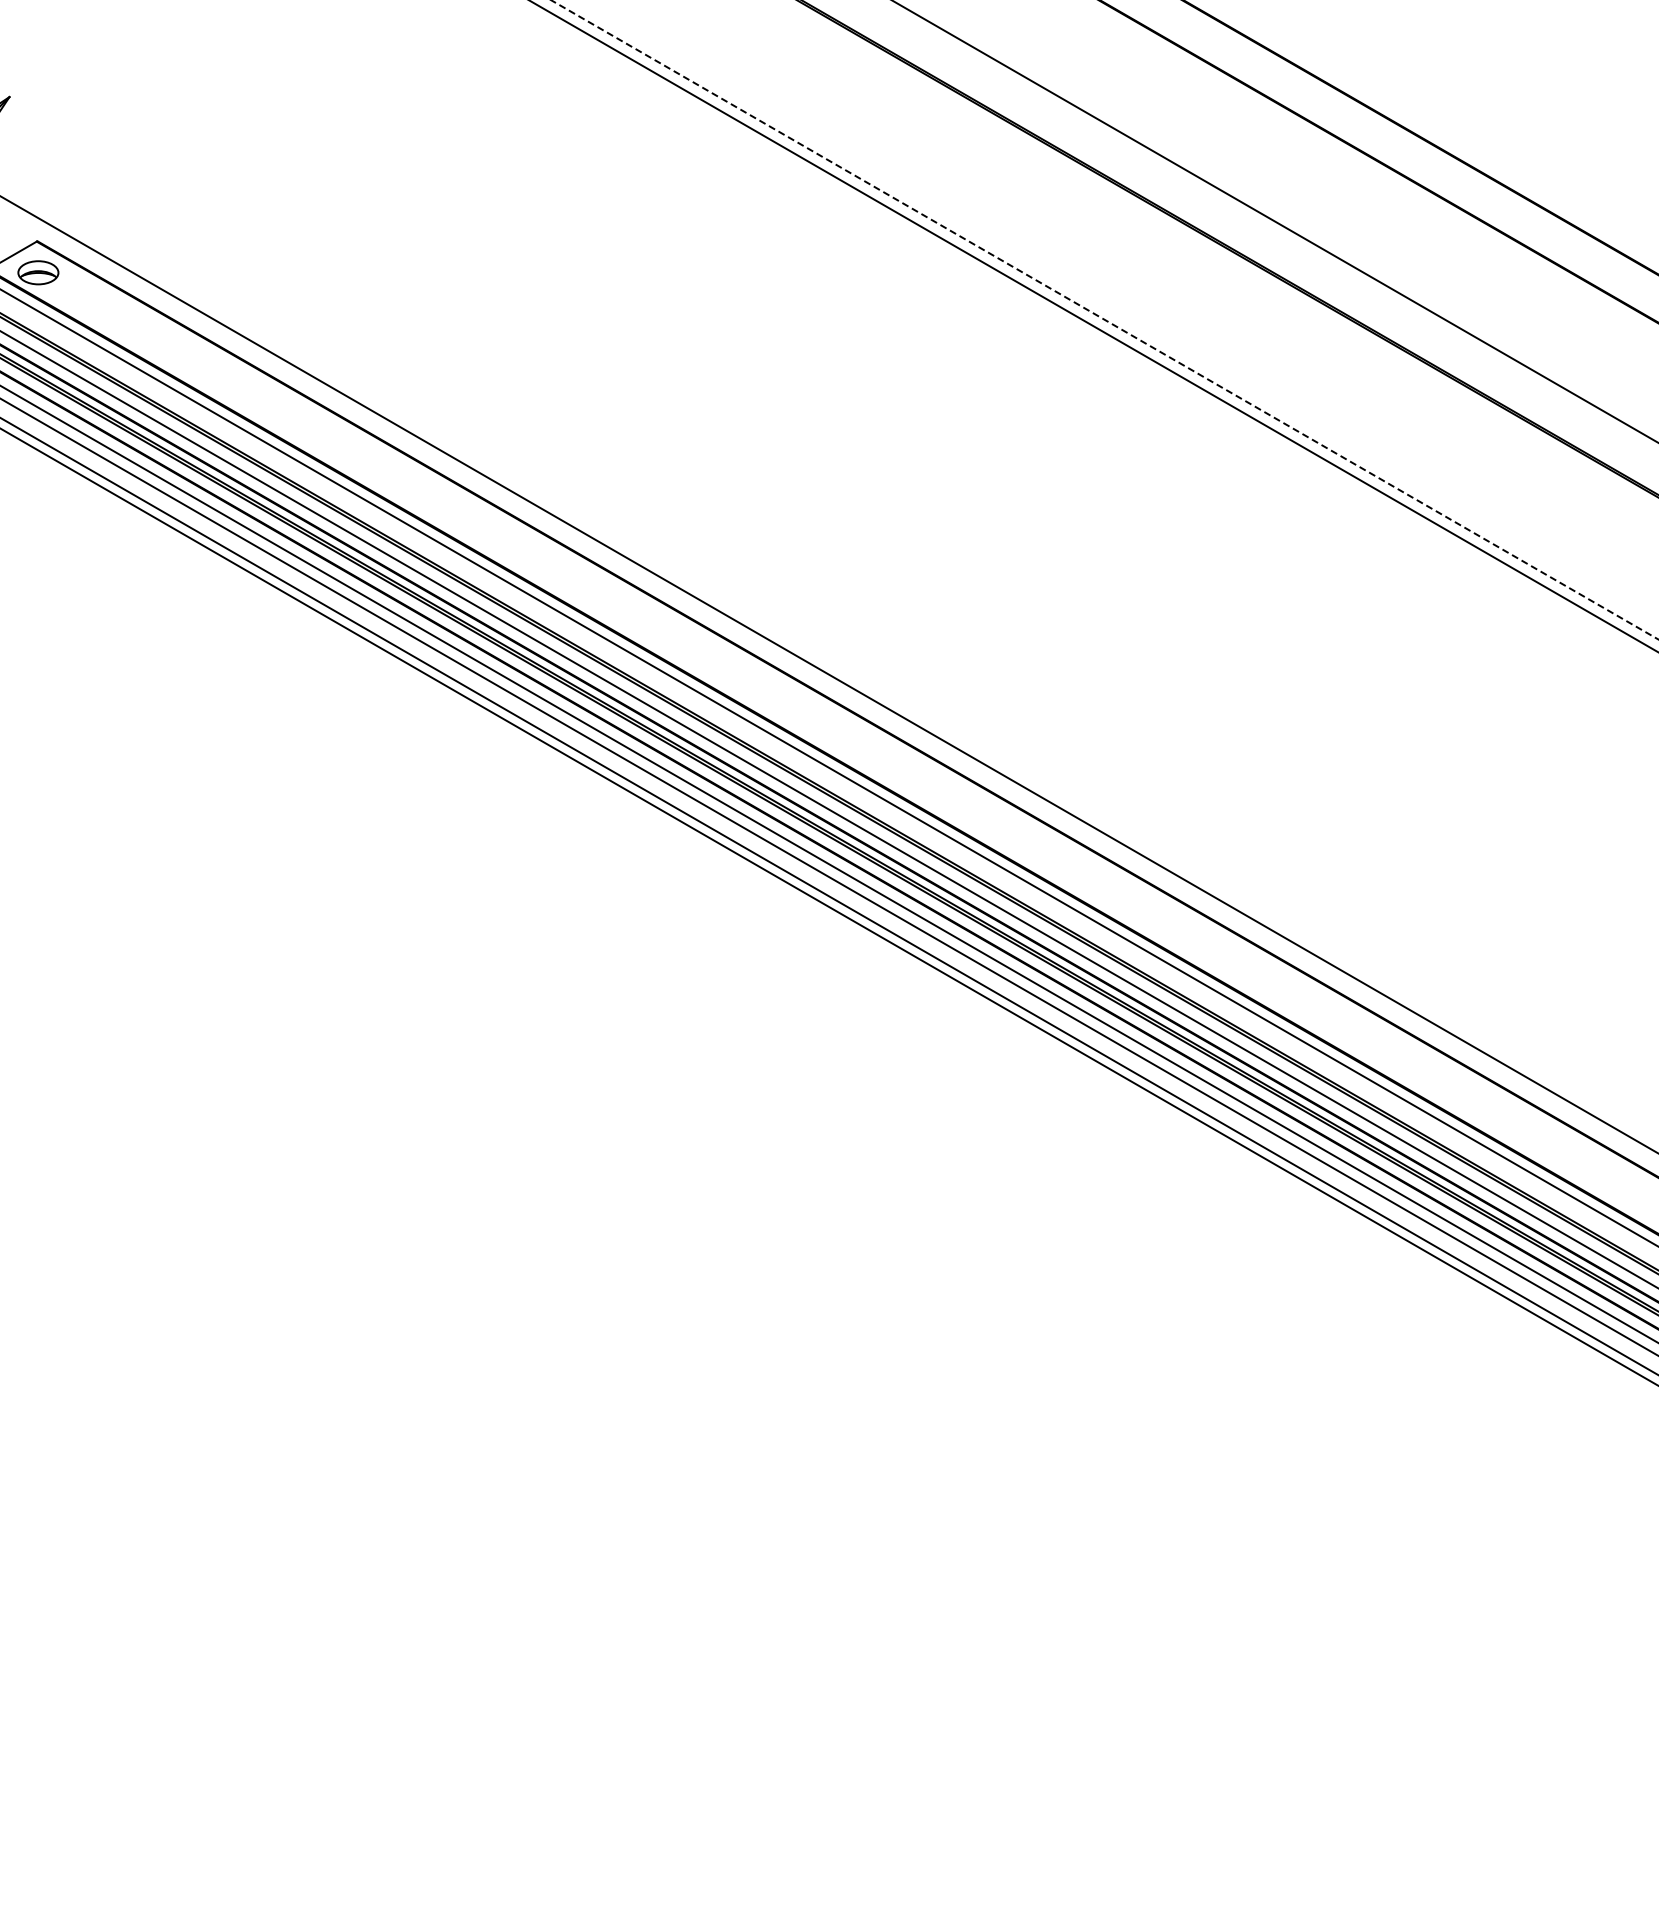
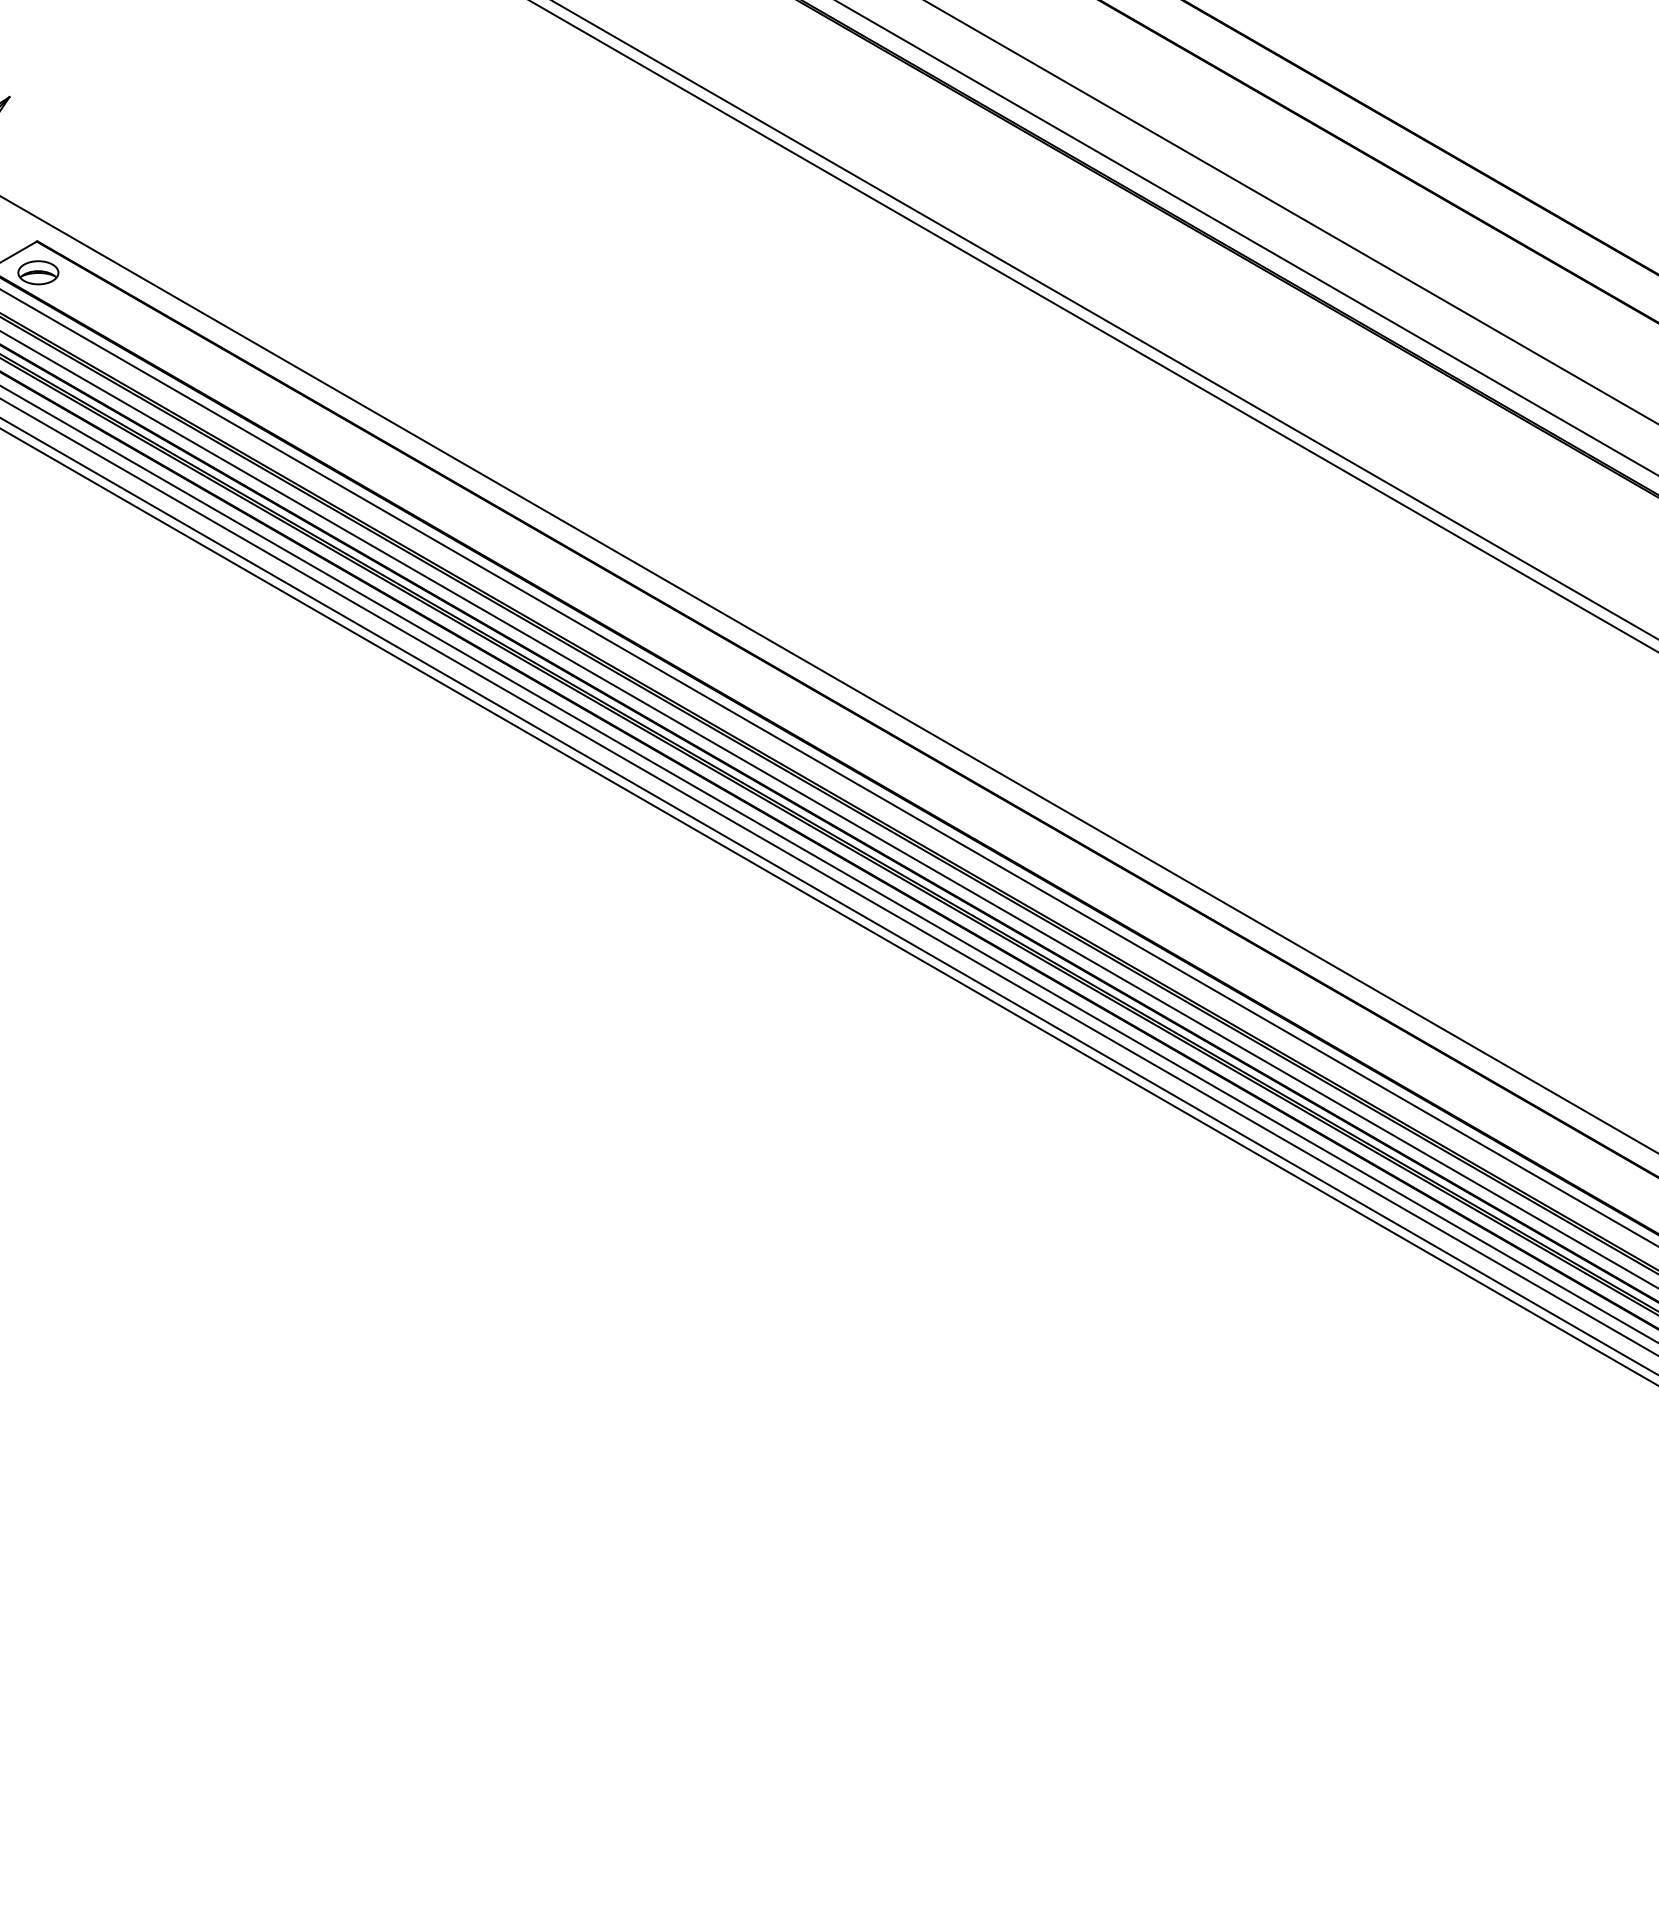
line at (1274, 221) position: (1274, 221) -> (1291, 212)
line at (1246, 238): none -> present
line at (1105, 320): dashed -> solid
